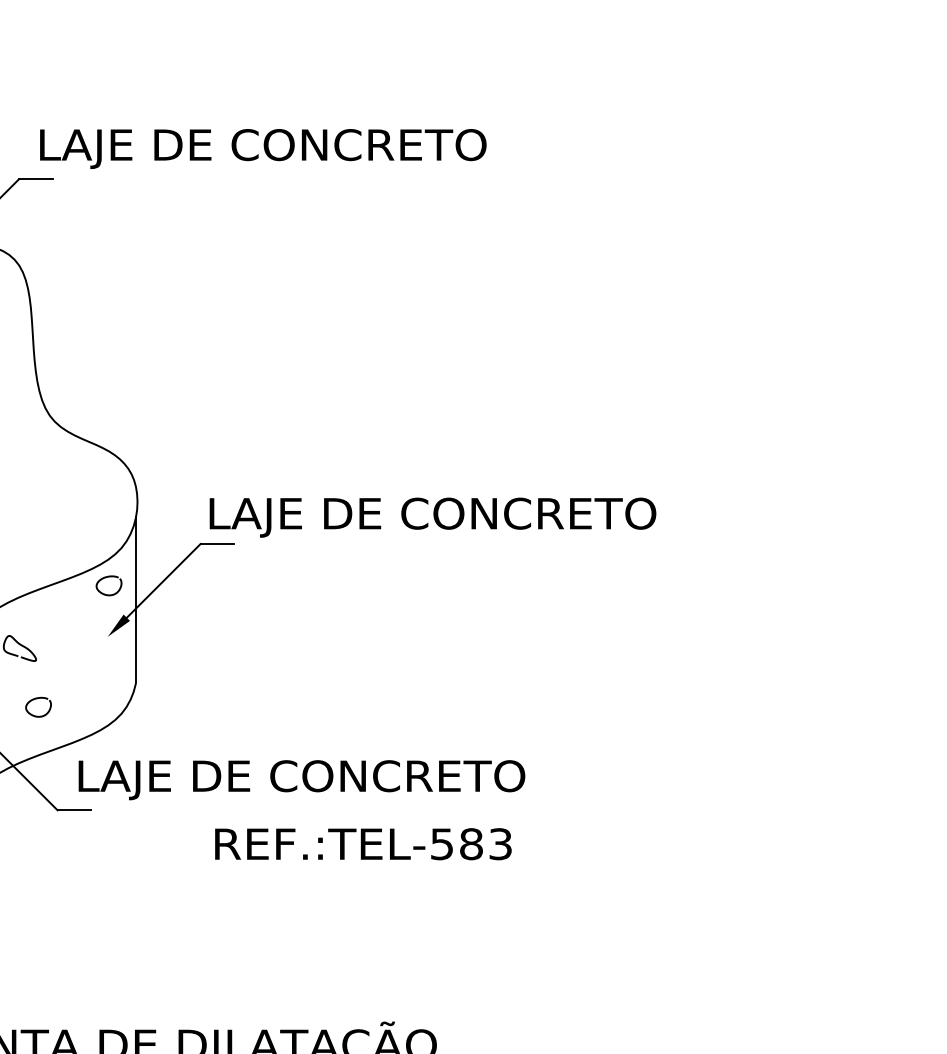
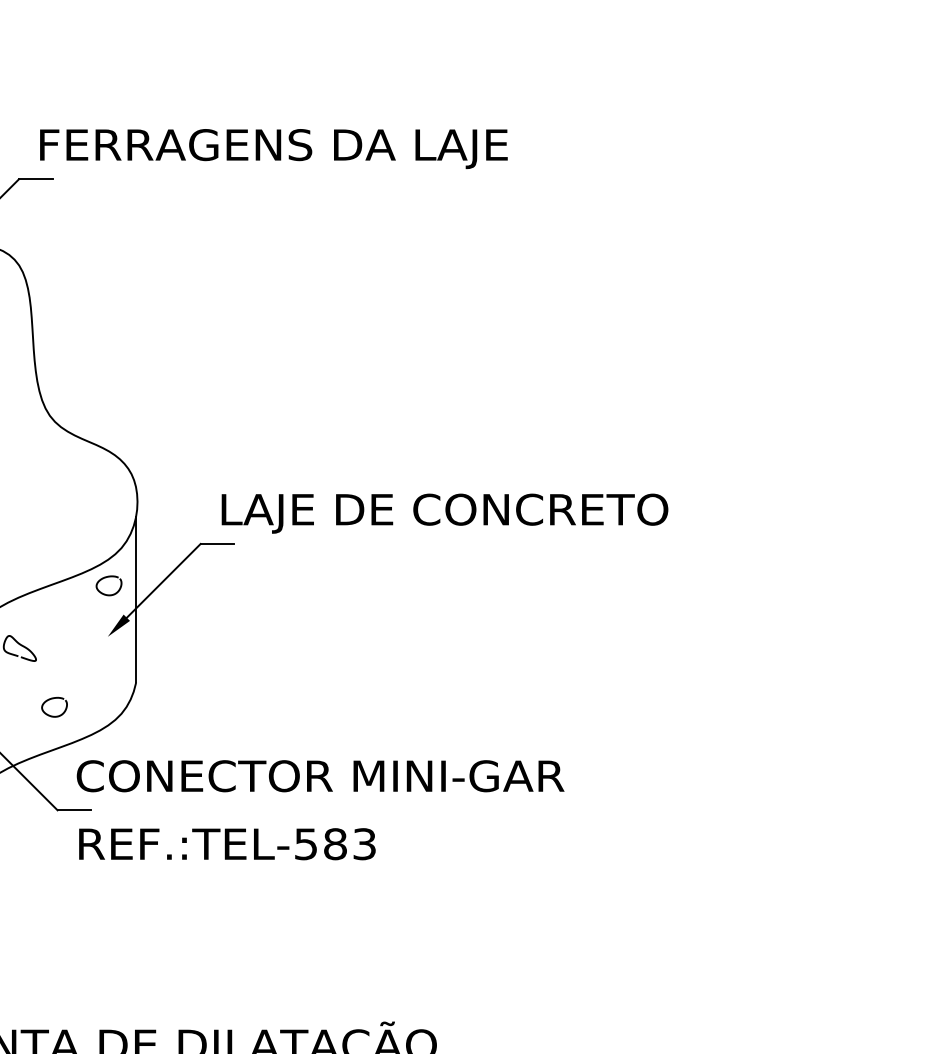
text at (275, 149): LAJE DE CONCRETO -> FERRAGENS DA LAJE
text at (432, 517) position: (432, 517) -> (444, 513)
curve at (37, 699) position: (37, 699) -> (53, 699)
text at (320, 780): LAJE DE CONCRETO -> CONECTOR MINI-GAR
text at (363, 844) position: (363, 844) -> (227, 844)
